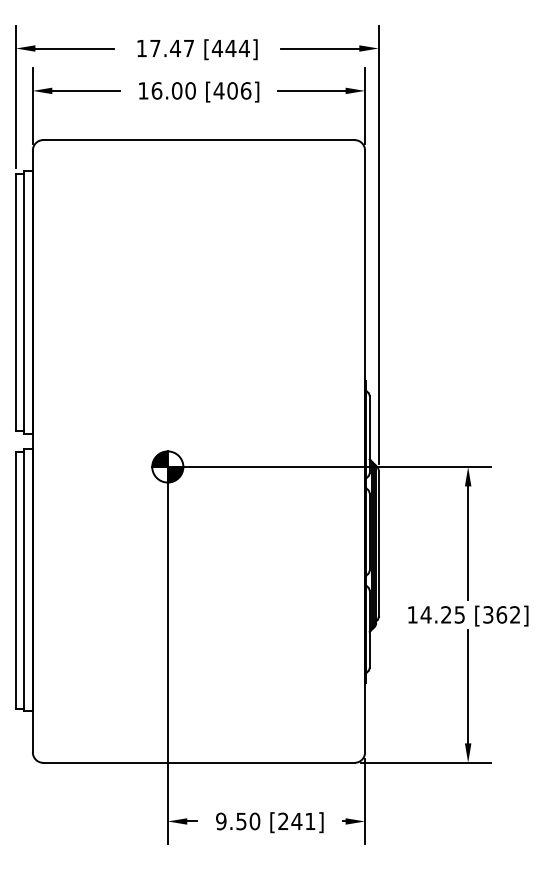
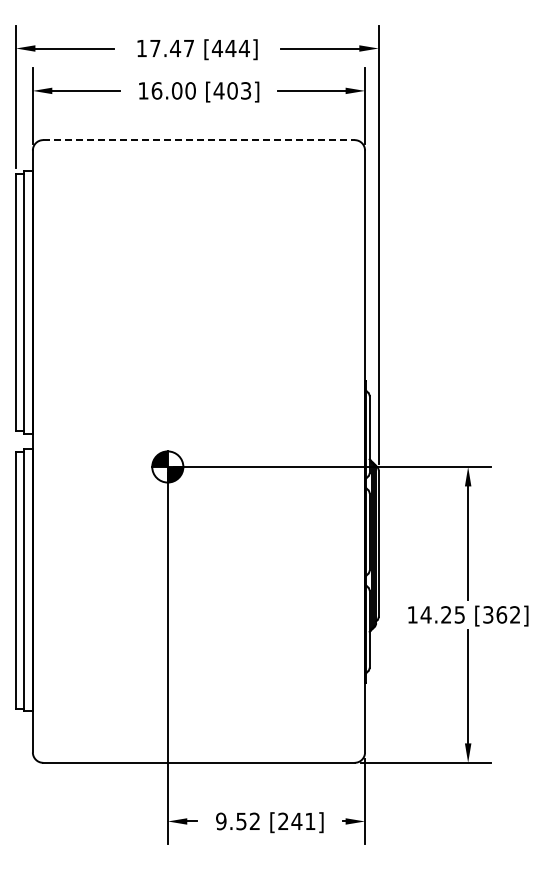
text at (245, 90): [406] -> [403]
line at (198, 140): solid -> dashed
text at (254, 821): 9.50 -> 9.52
